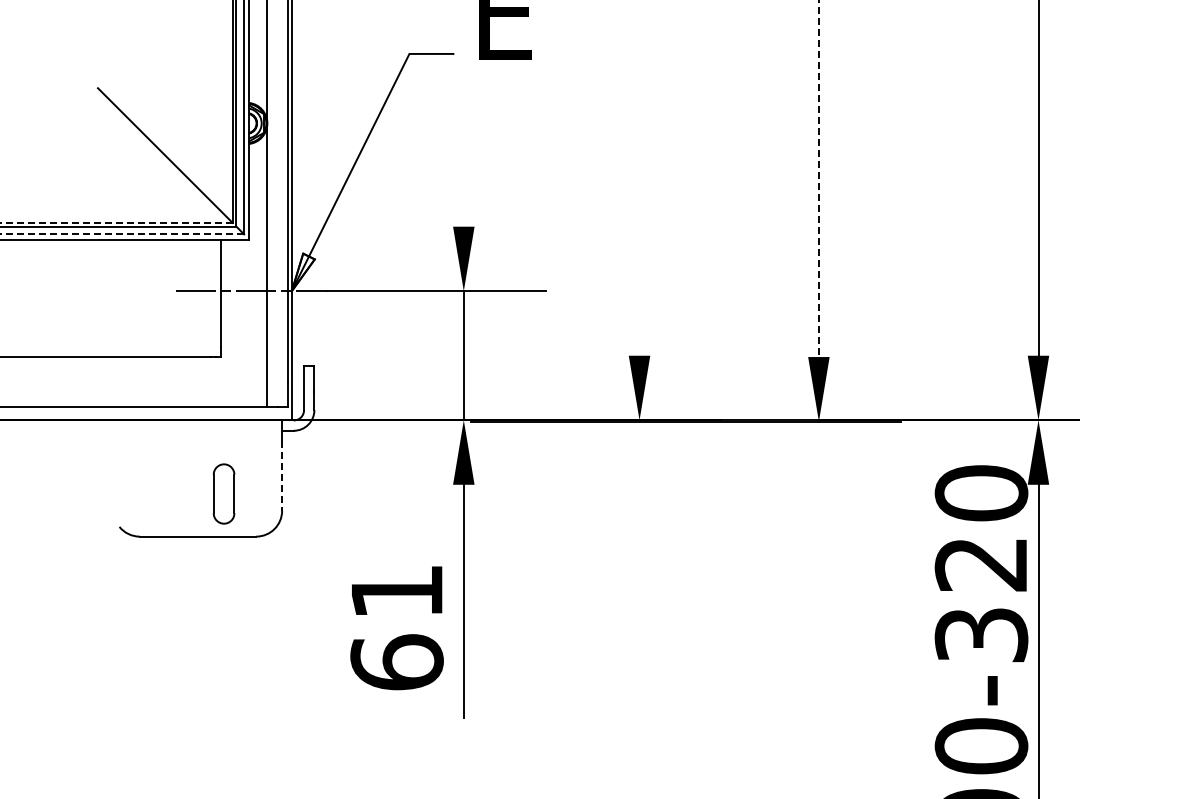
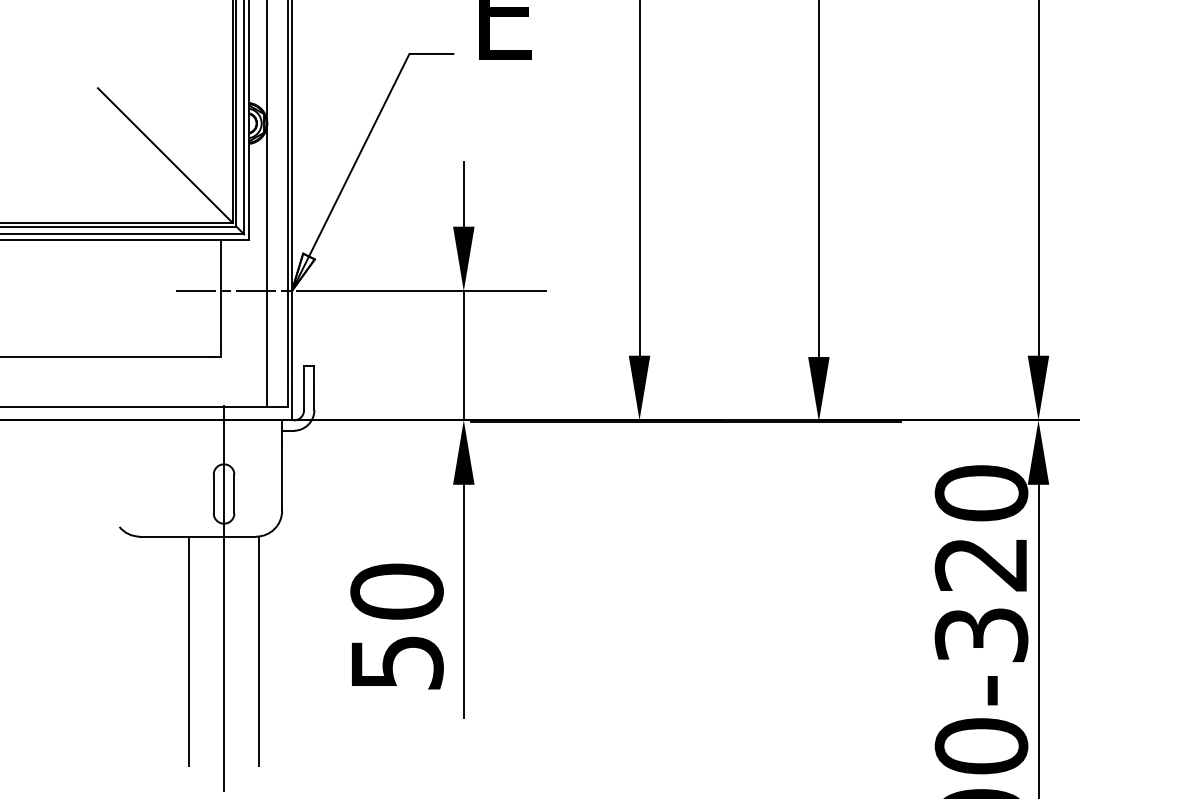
line at (639, 178): none -> present
line at (818, 179): dashed -> solid
line at (463, 194): none -> present
line at (116, 222): dashed -> solid
line at (122, 234): dashed -> solid
line at (282, 475): dashed -> solid
line at (224, 598): none -> present
text at (396, 626): 61 -> 50
line at (189, 651): none -> present
line at (258, 651): none -> present
